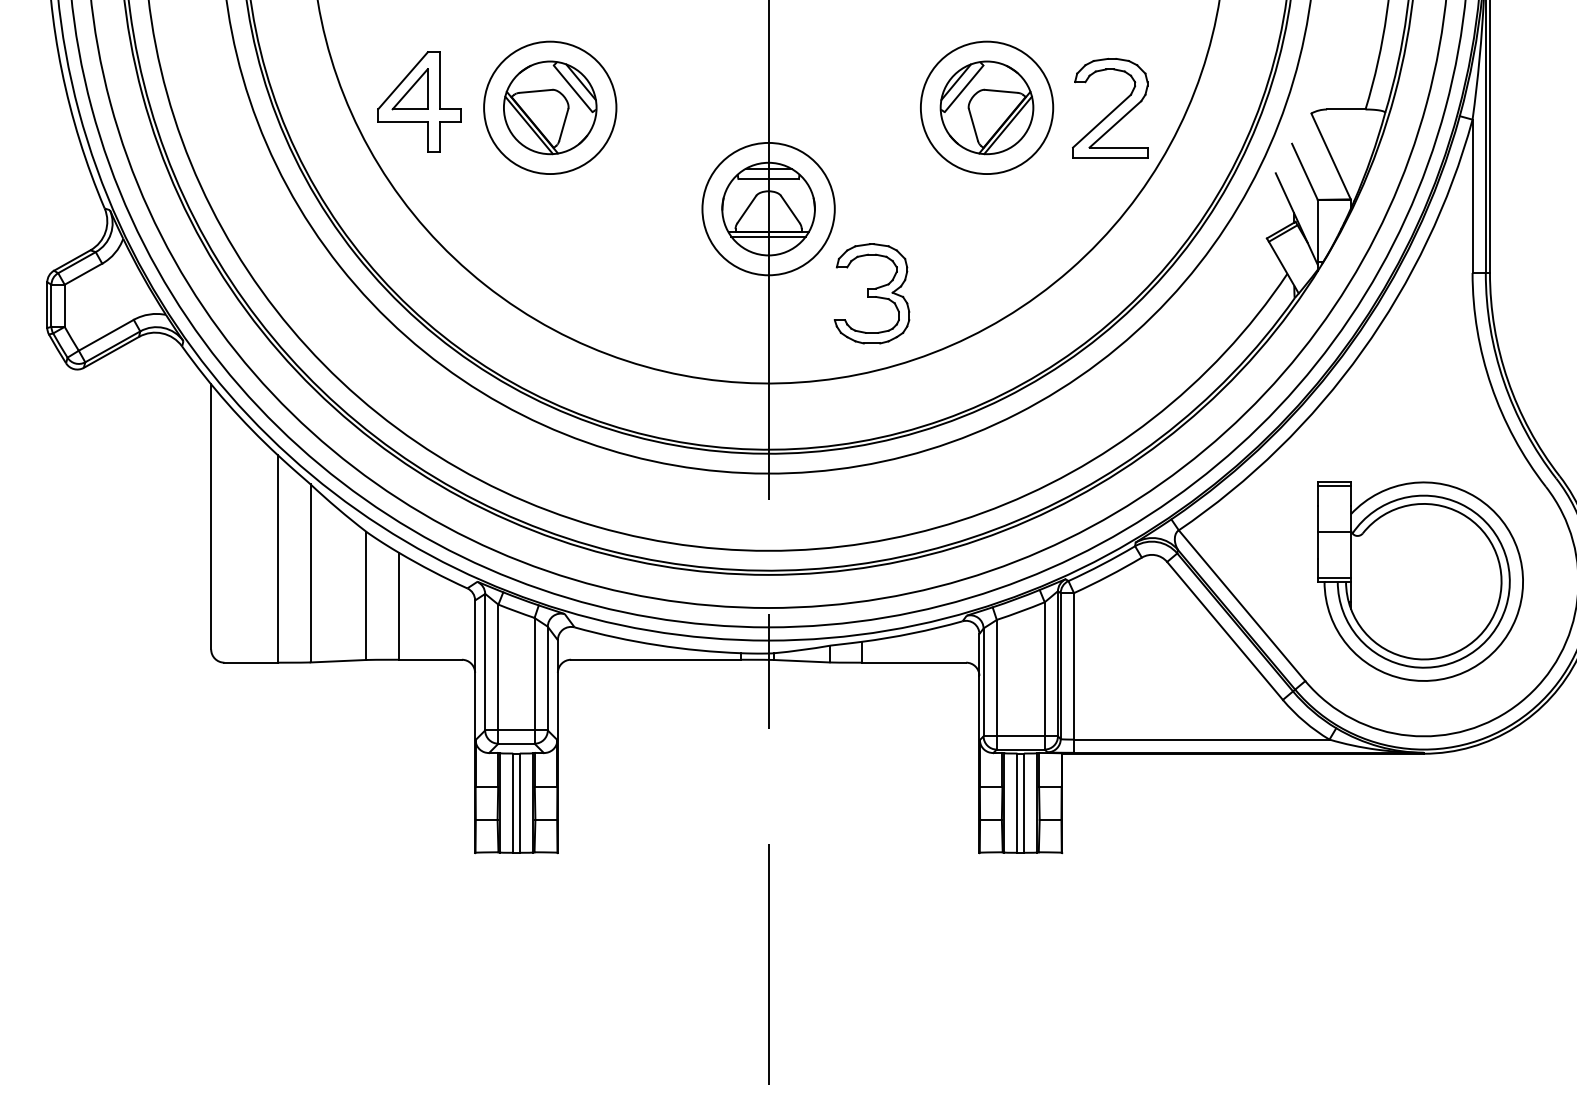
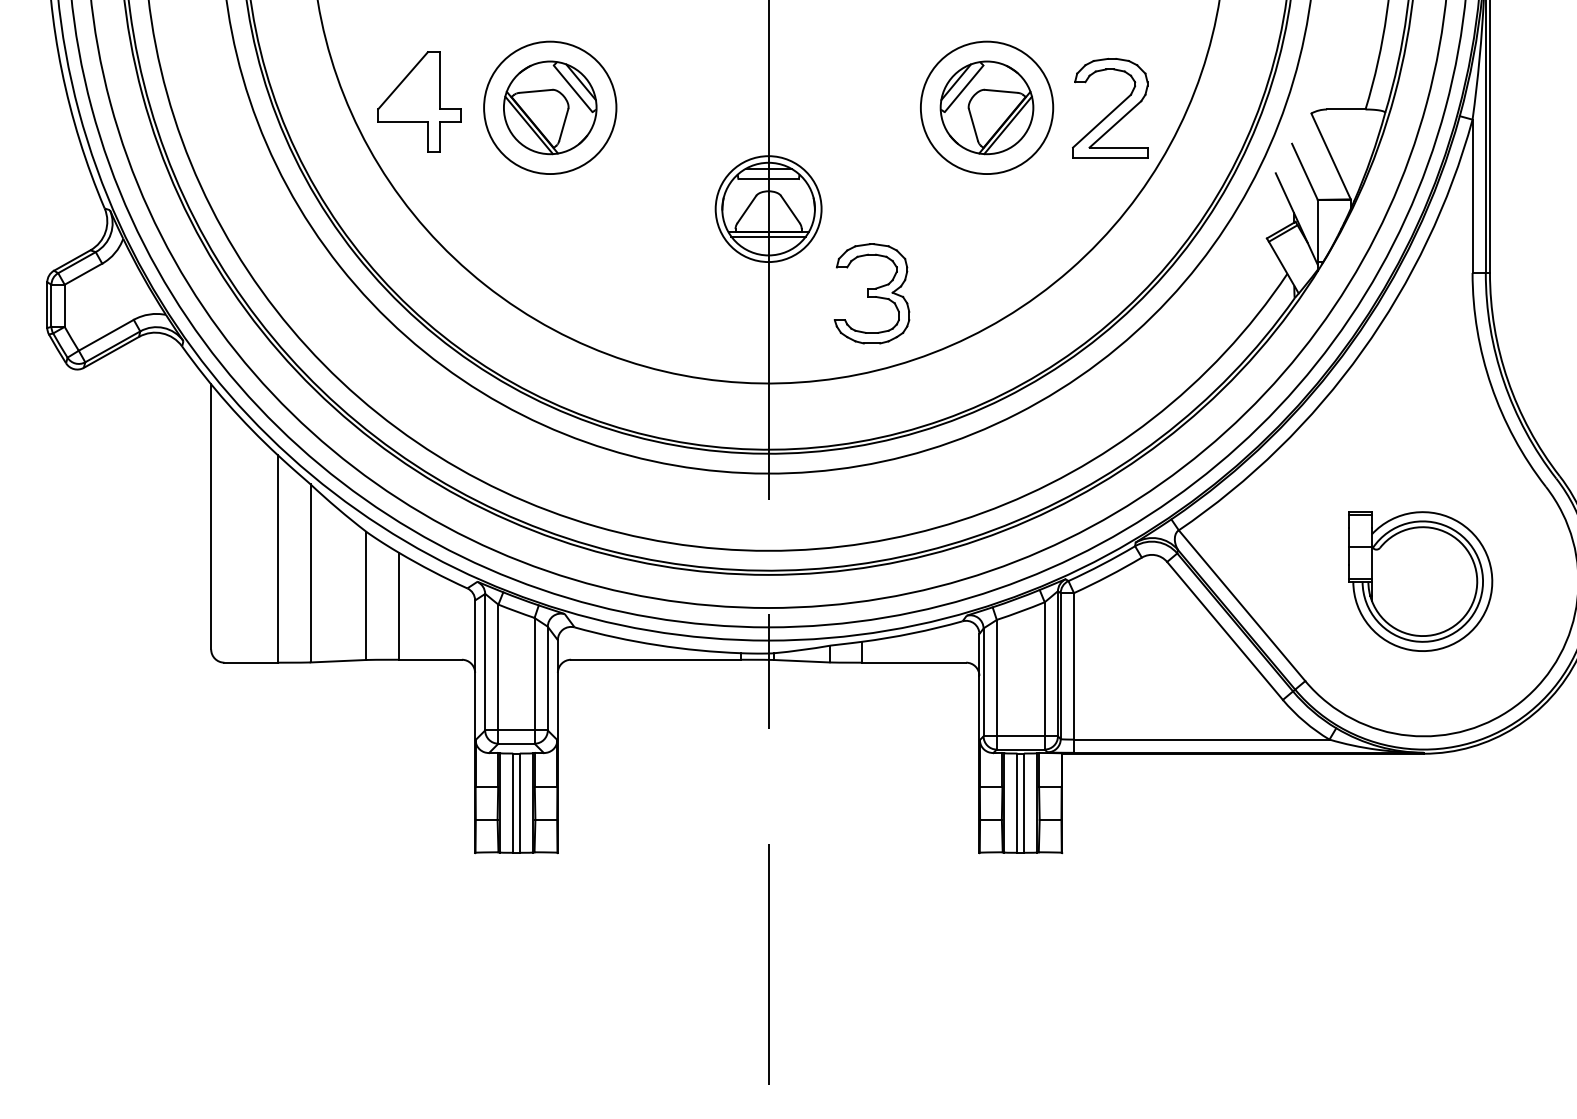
part at (409, 89): present -> none
circle at (768, 208) diameter: 132 px -> 106 px
part at (1420, 581) size: 207x201 px -> 146x141 px
